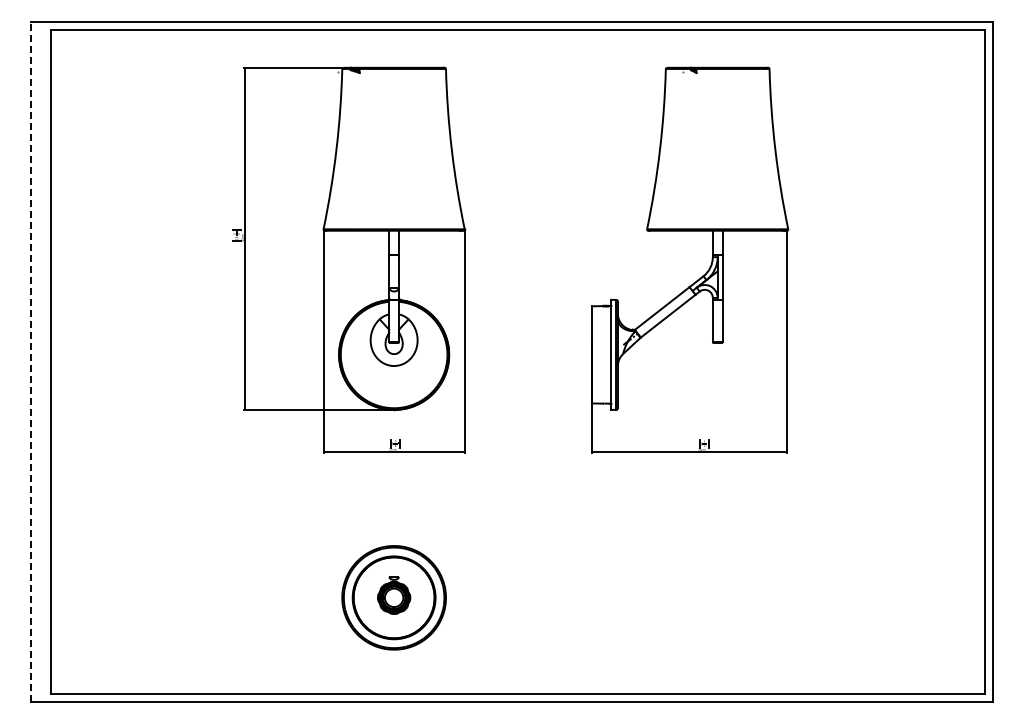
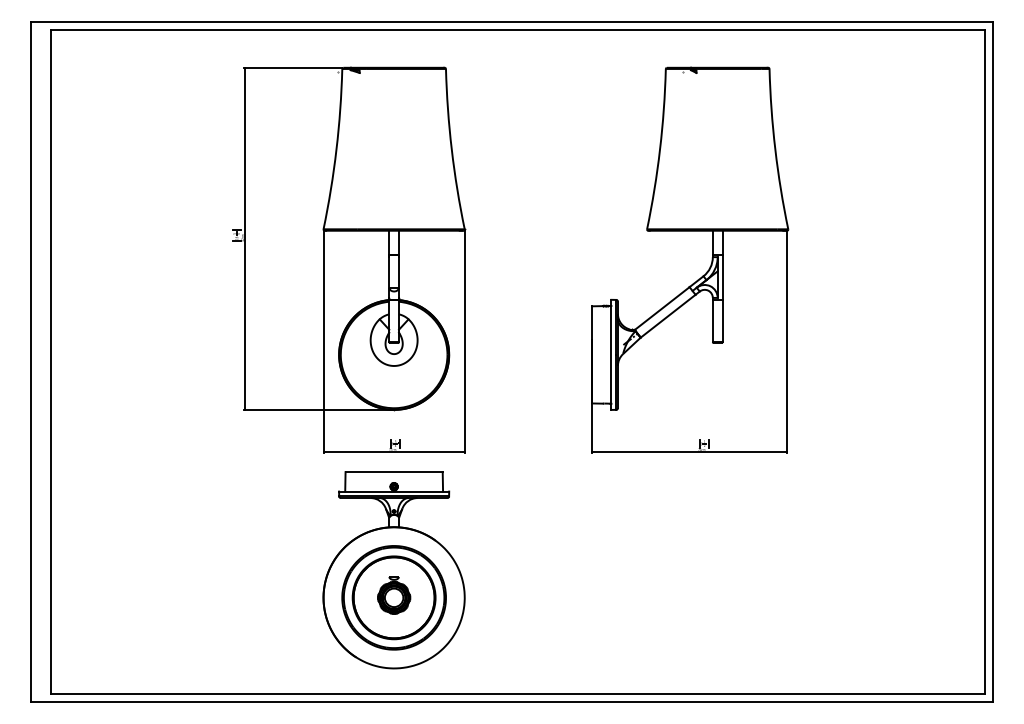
line at (30, 361): dashed -> solid
part at (393, 570): none -> present
